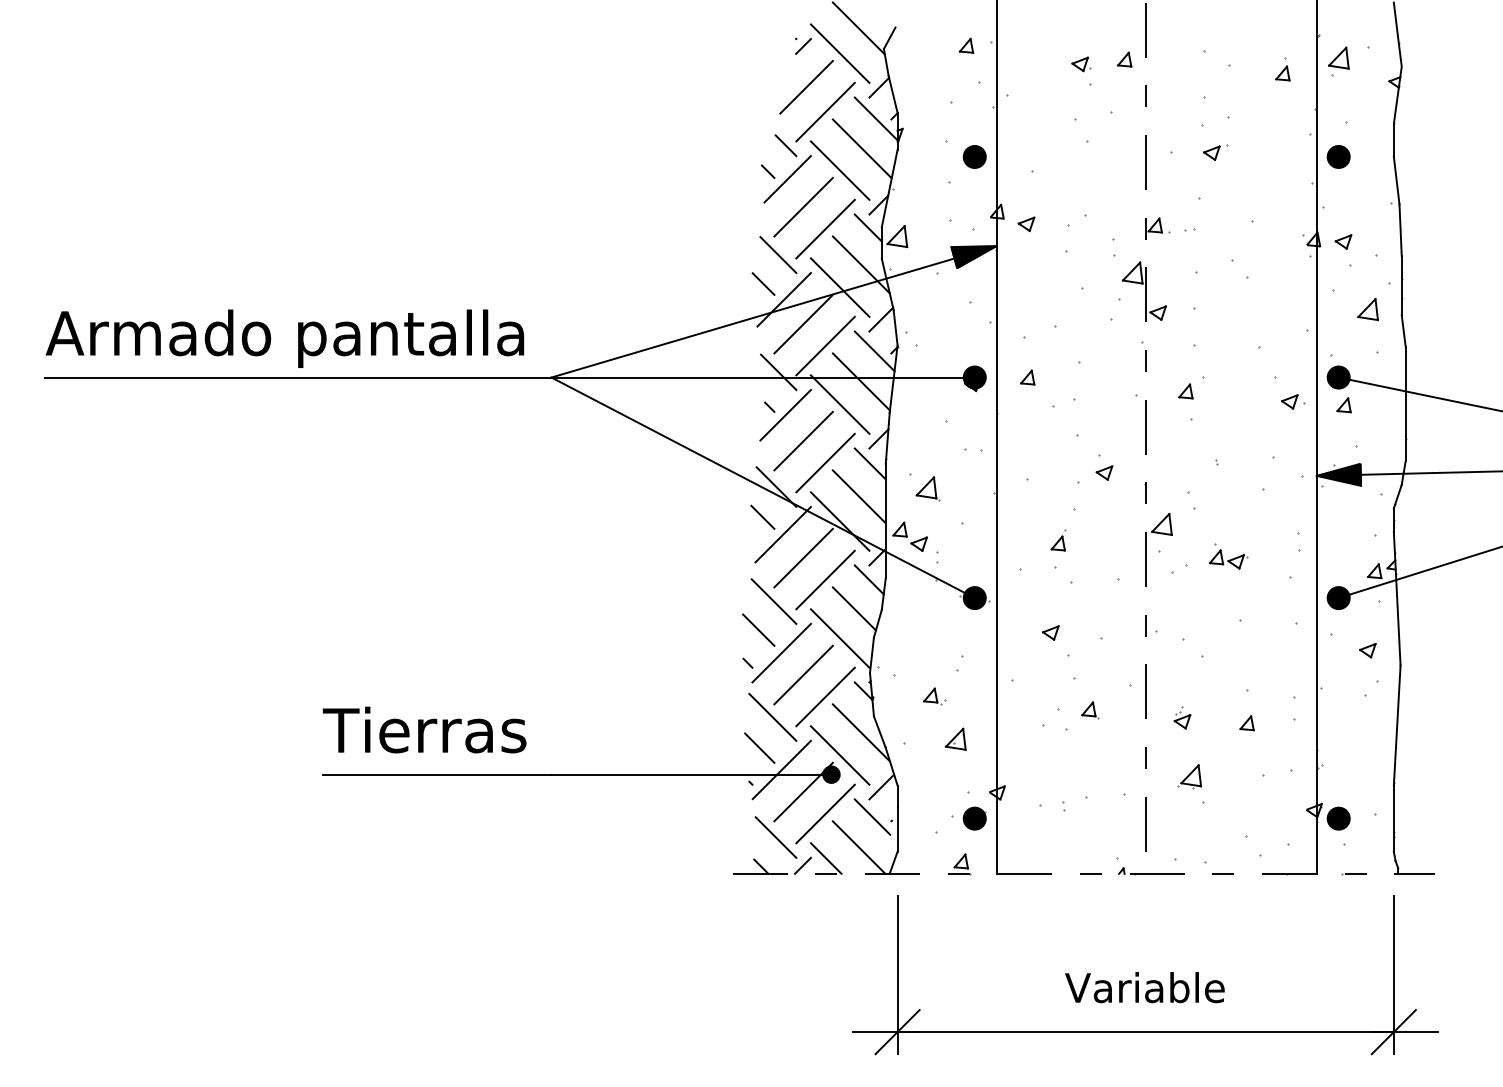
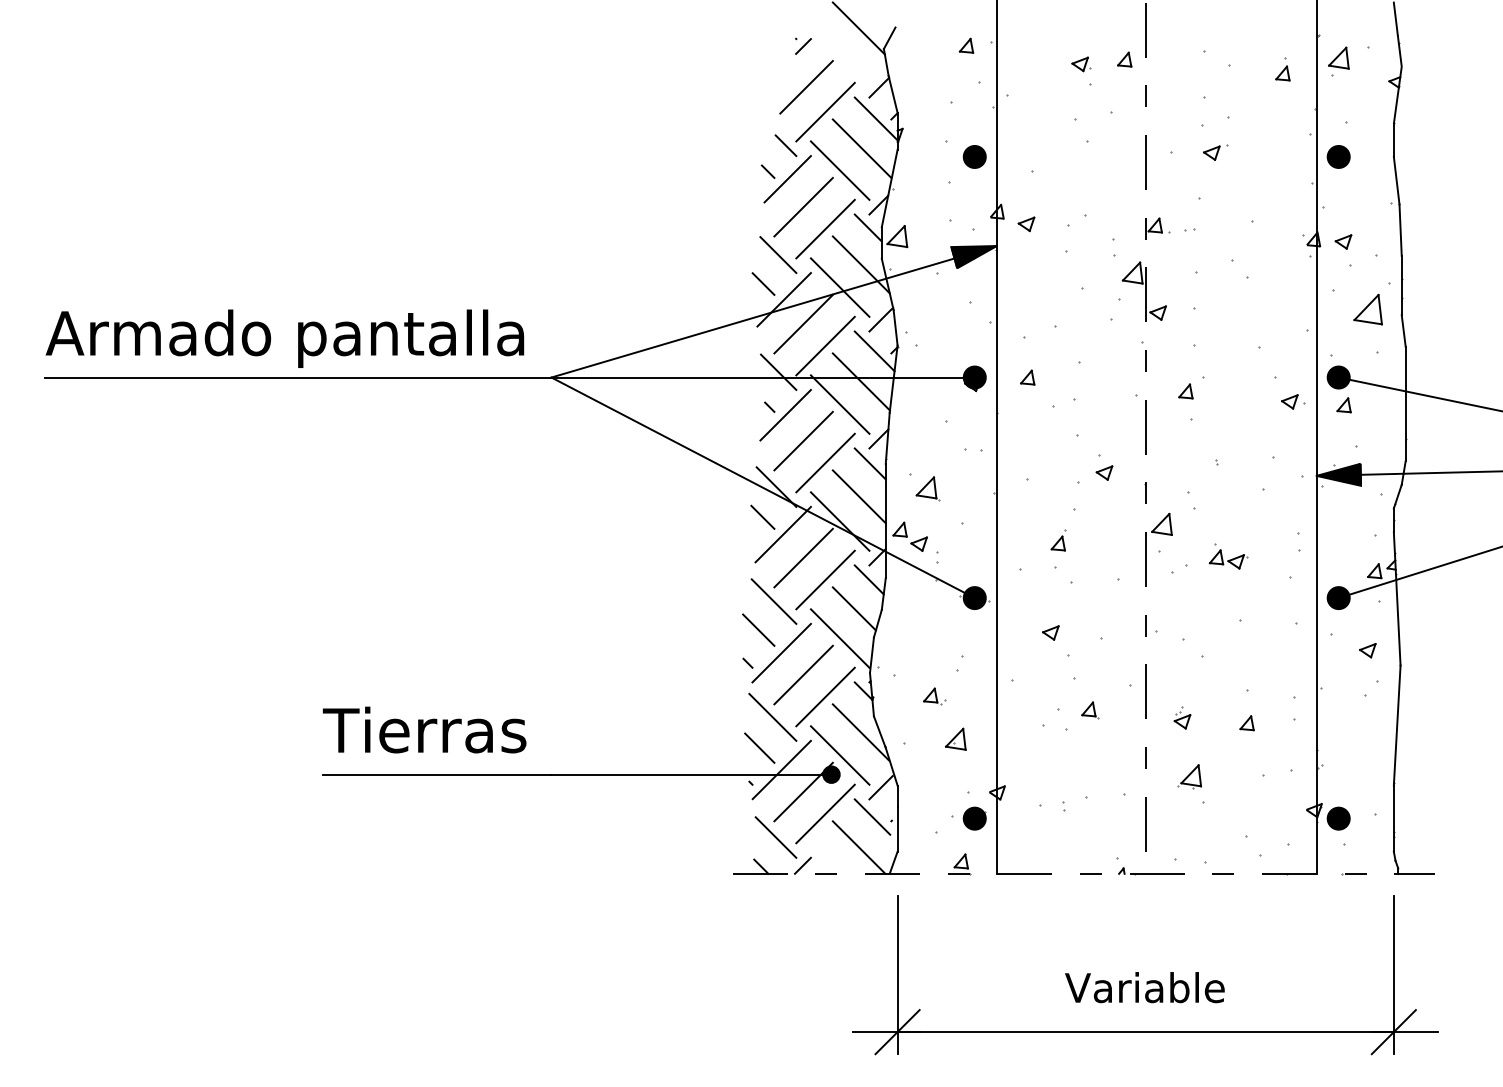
line at (839, 53): present -> none
part at (1367, 309) size: 22x23 px -> 30x33 px
line at (825, 858): present -> none
